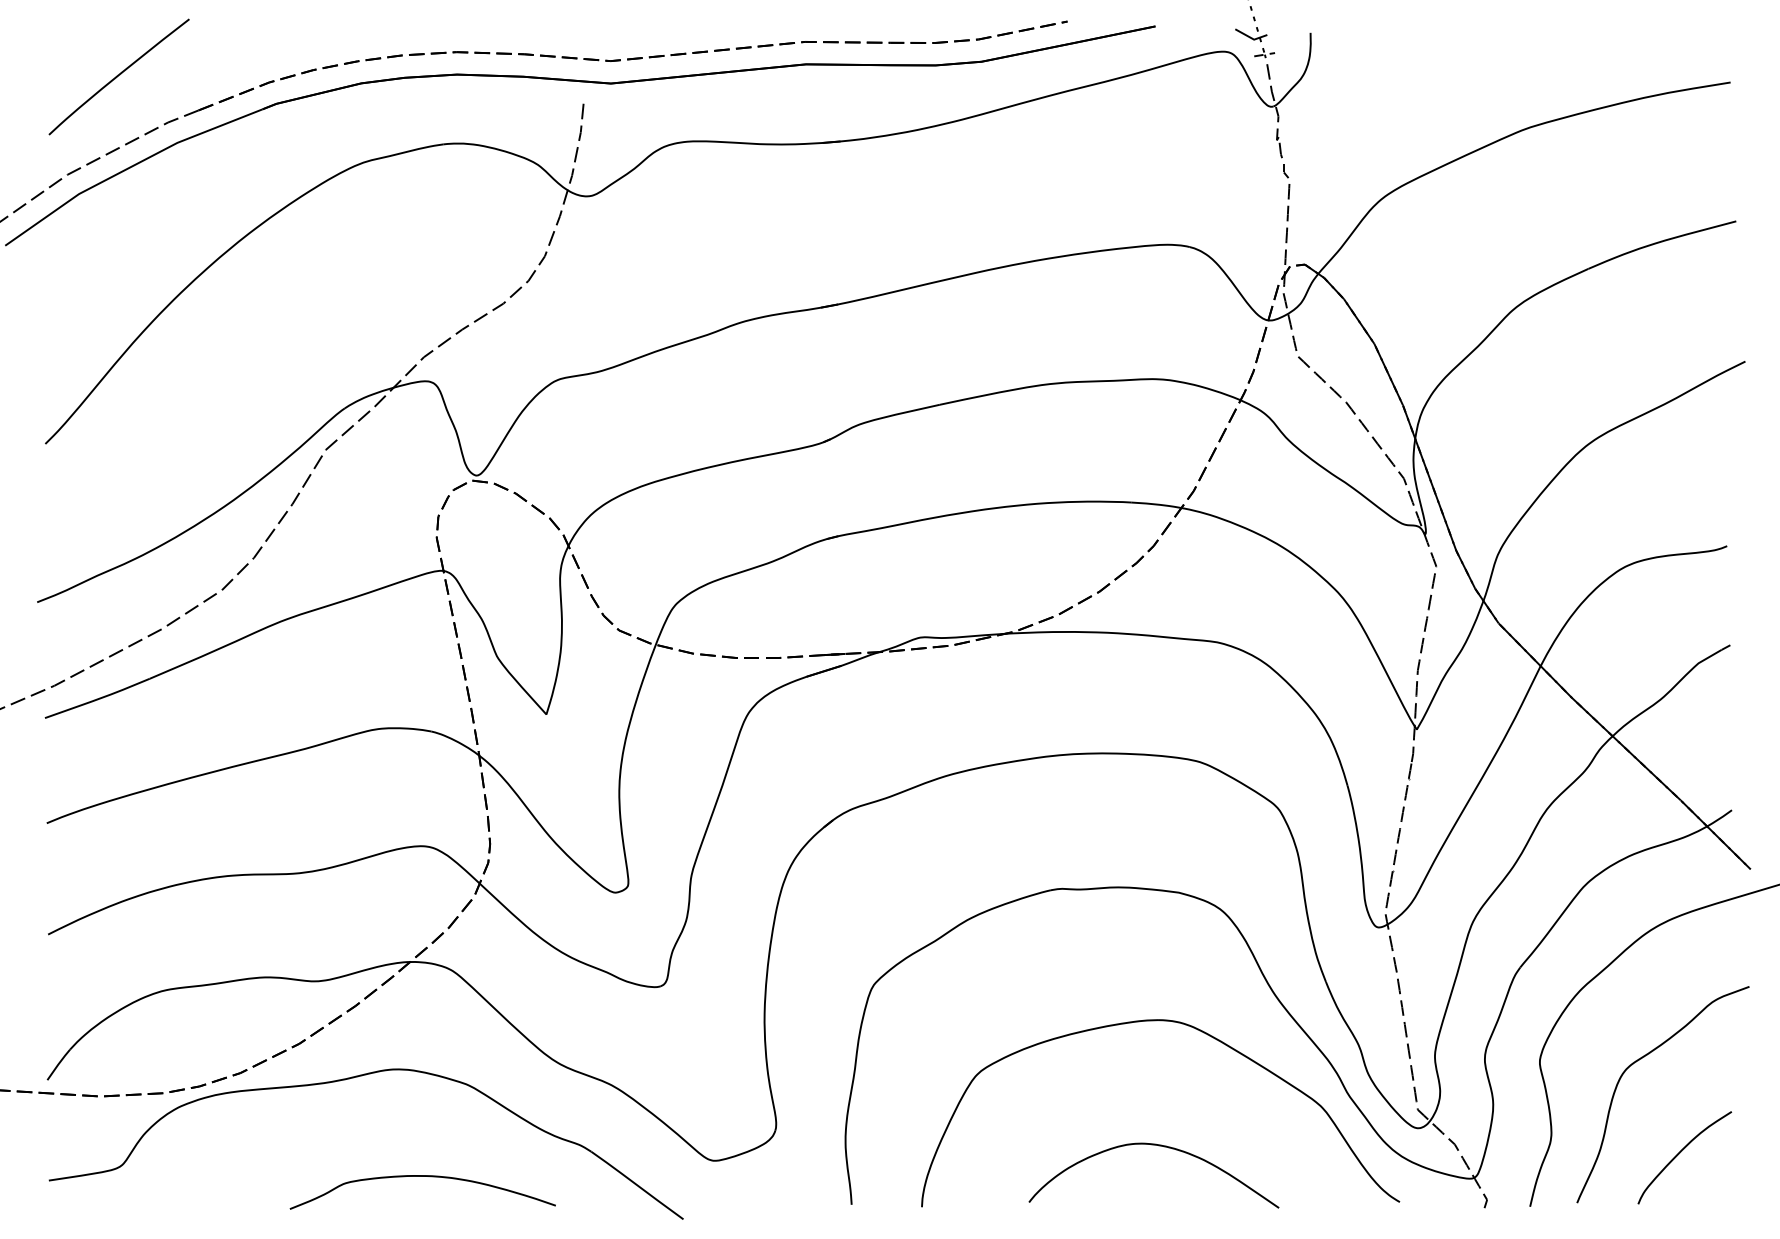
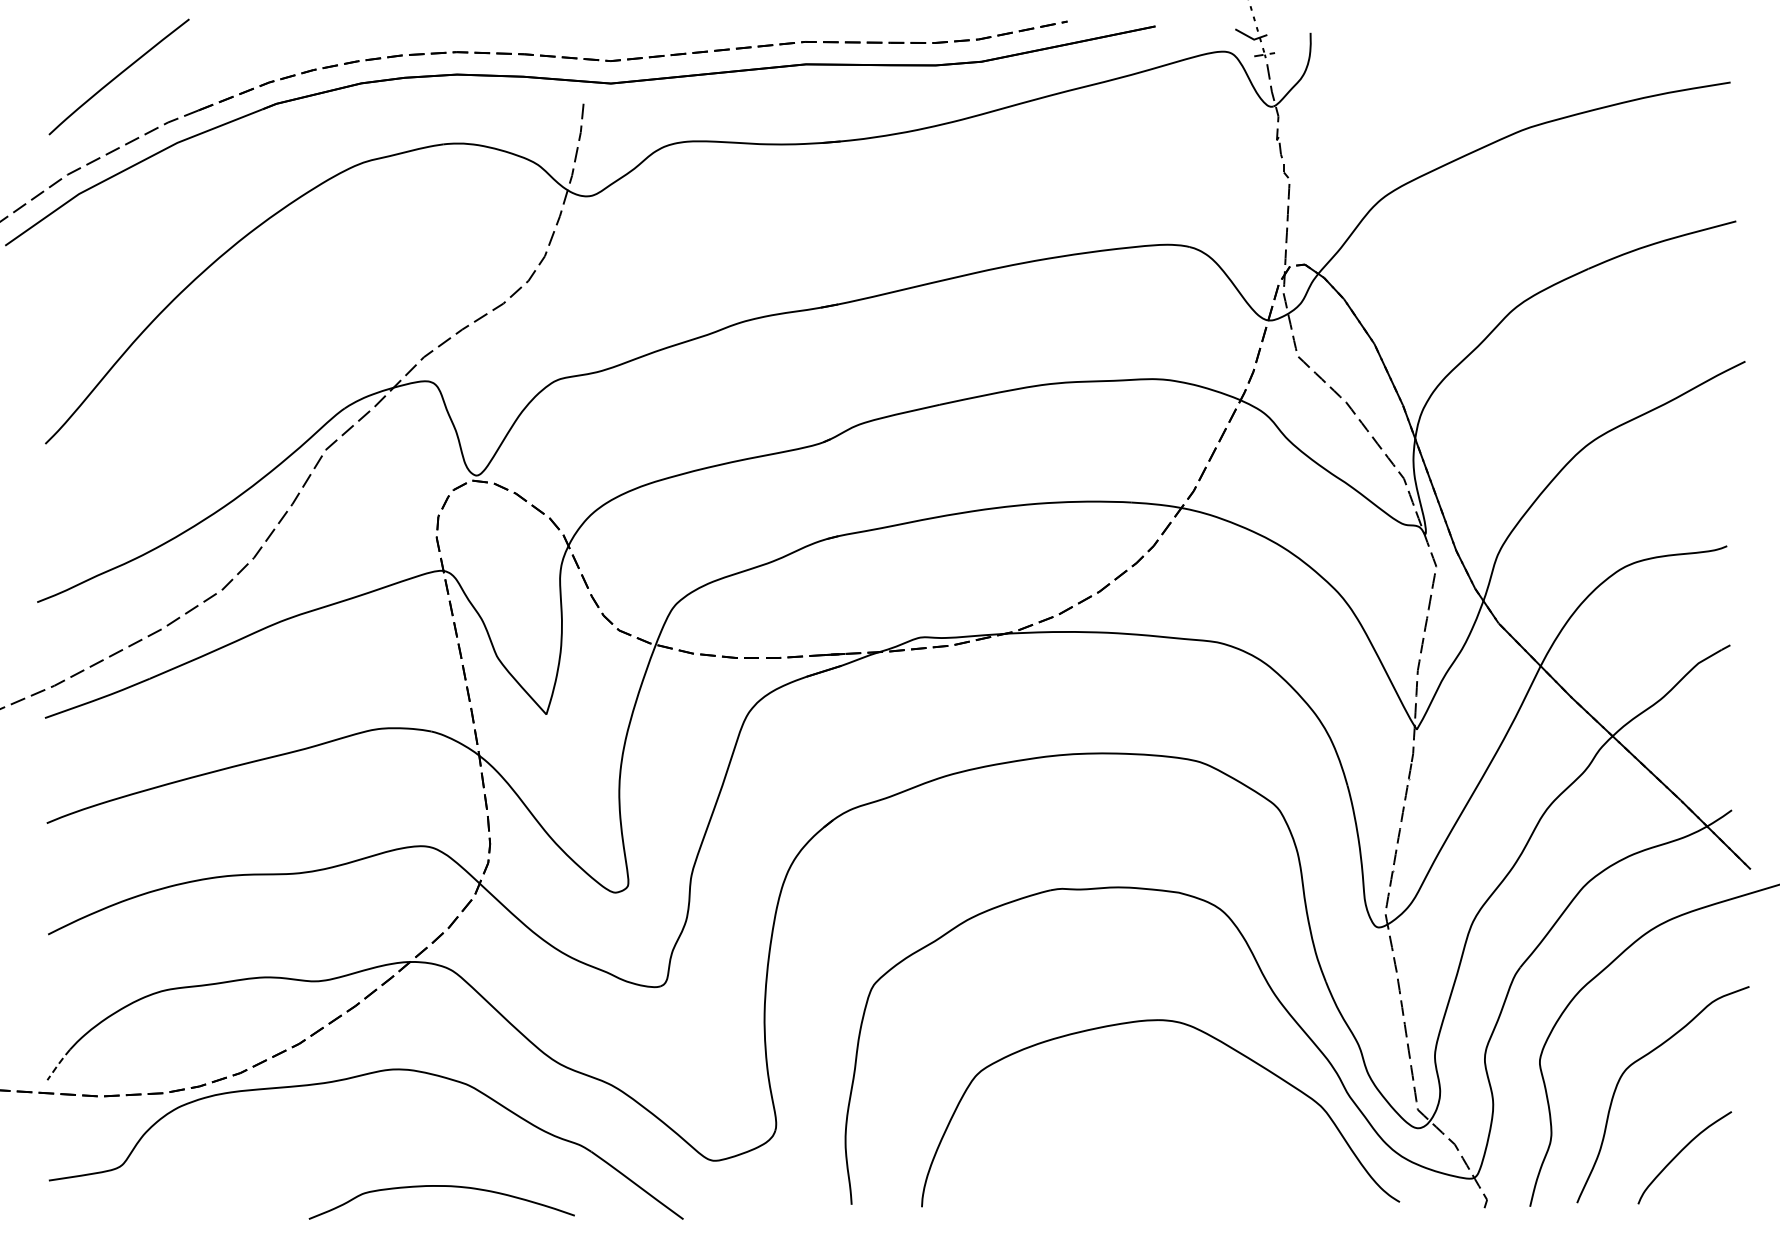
line at (58, 1063): solid -> dashed
curve at (1158, 1146): present -> none
curve at (422, 1176) position: (422, 1176) -> (441, 1186)
